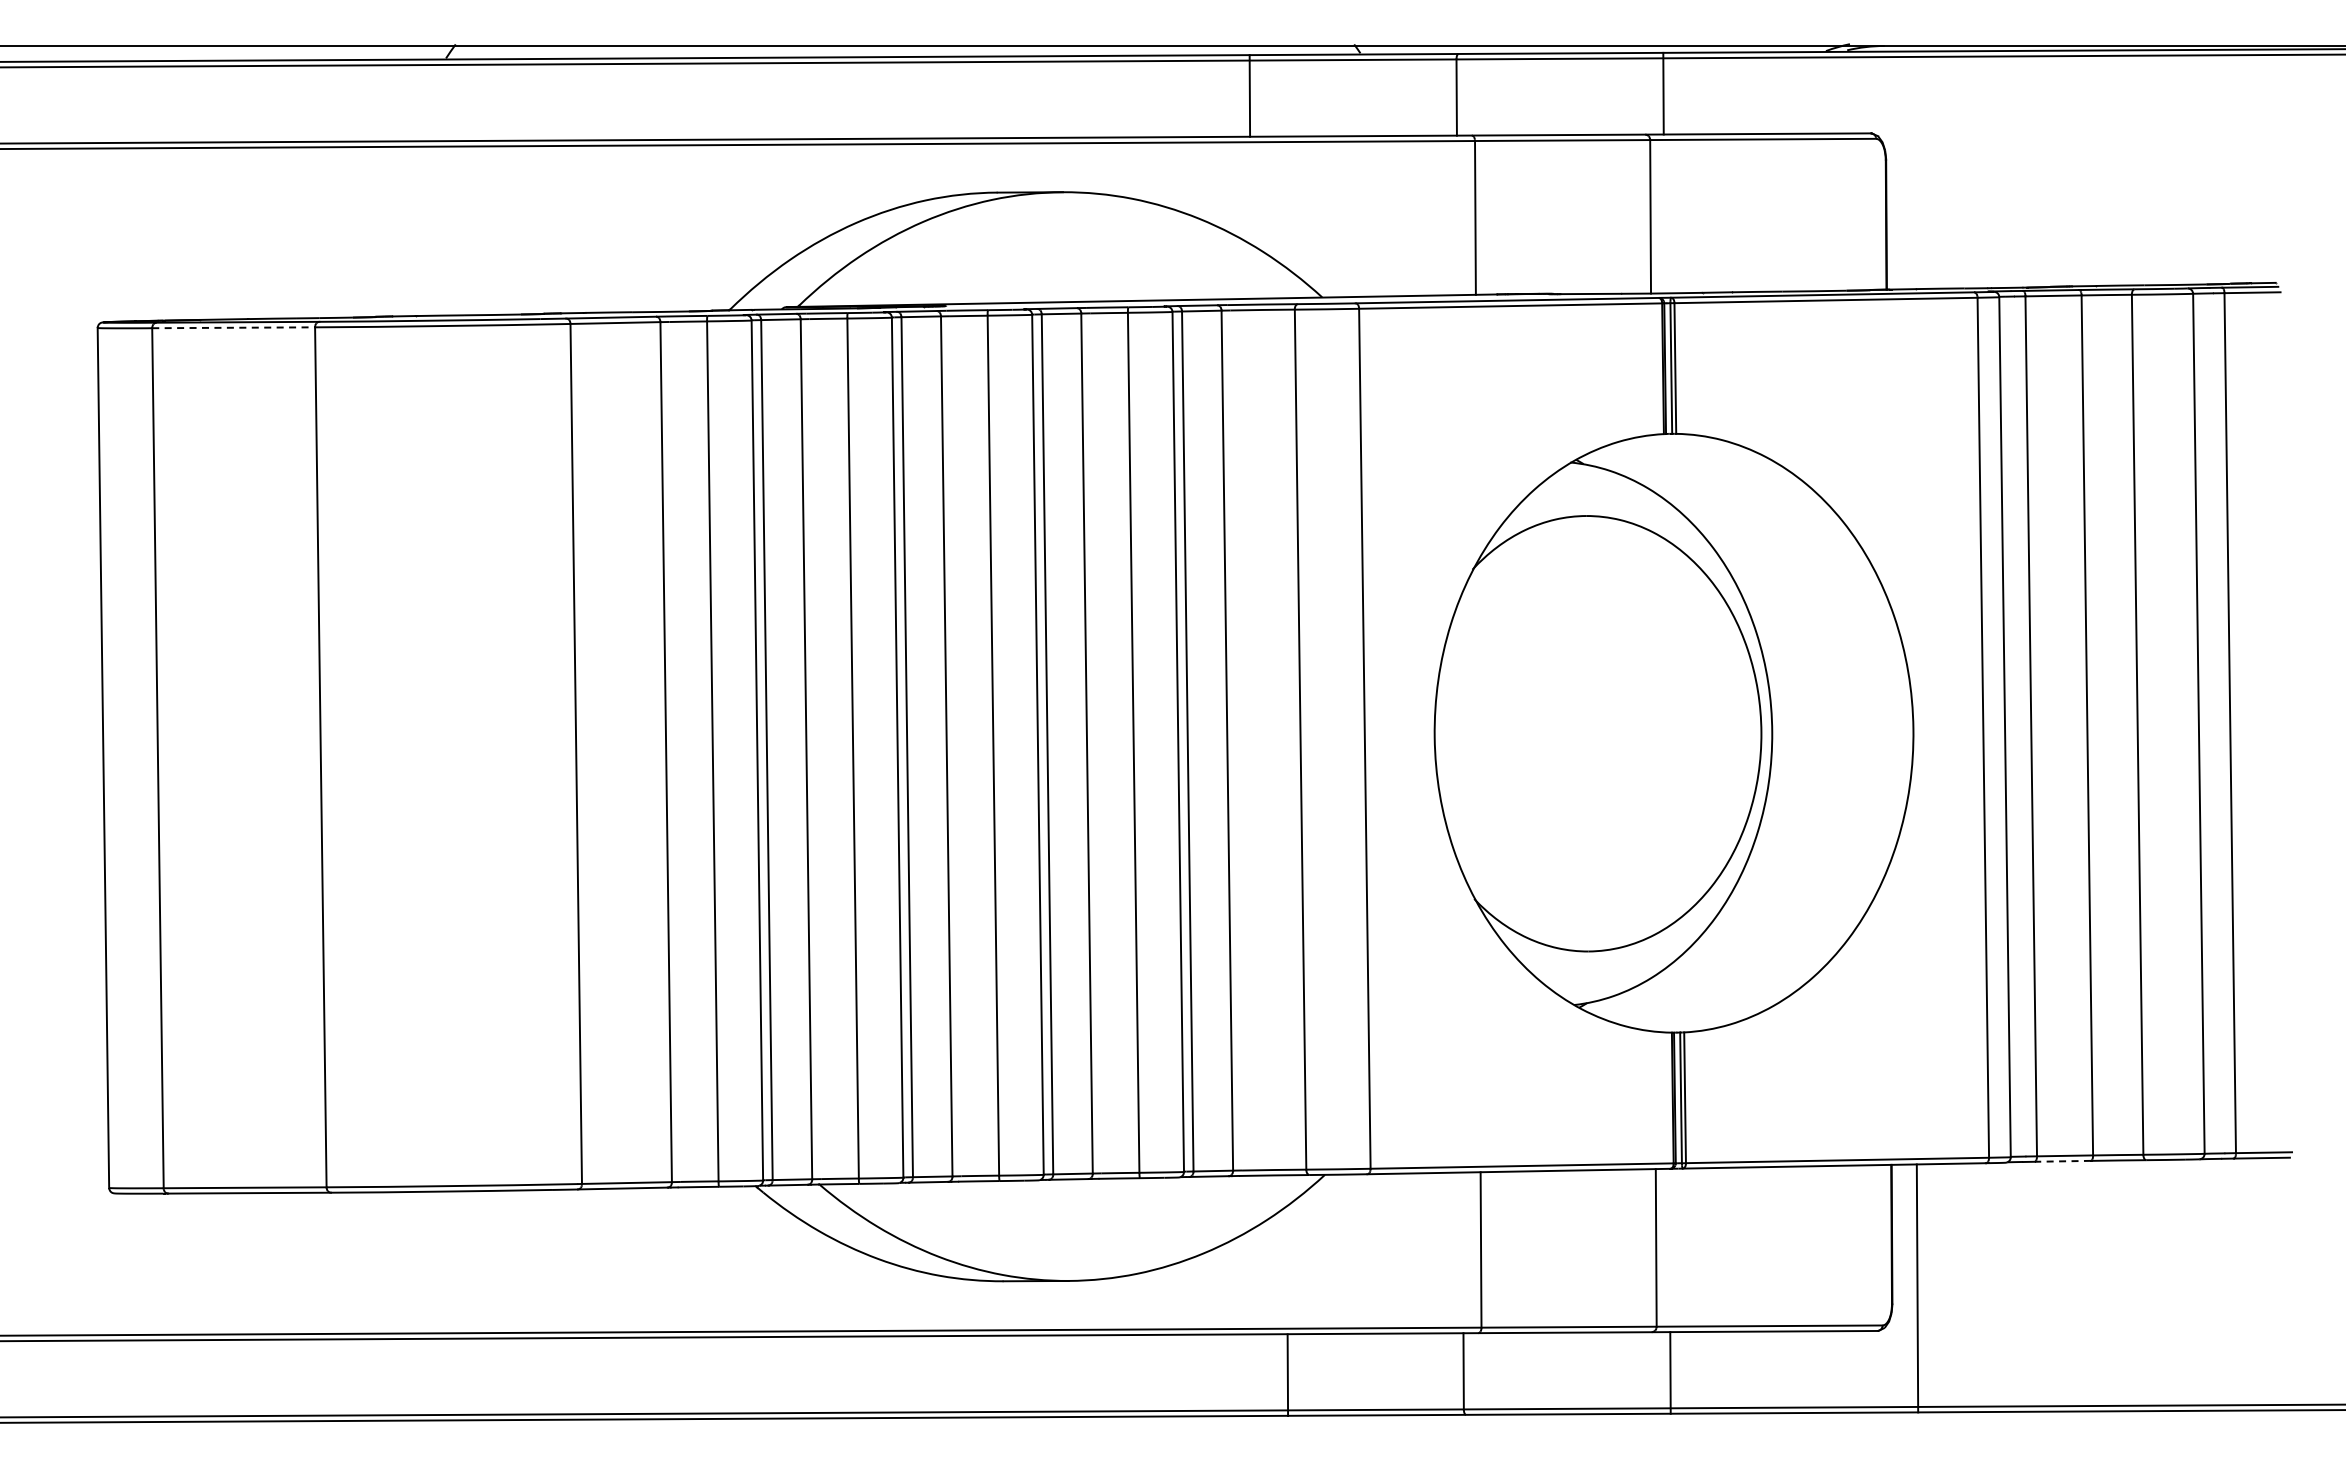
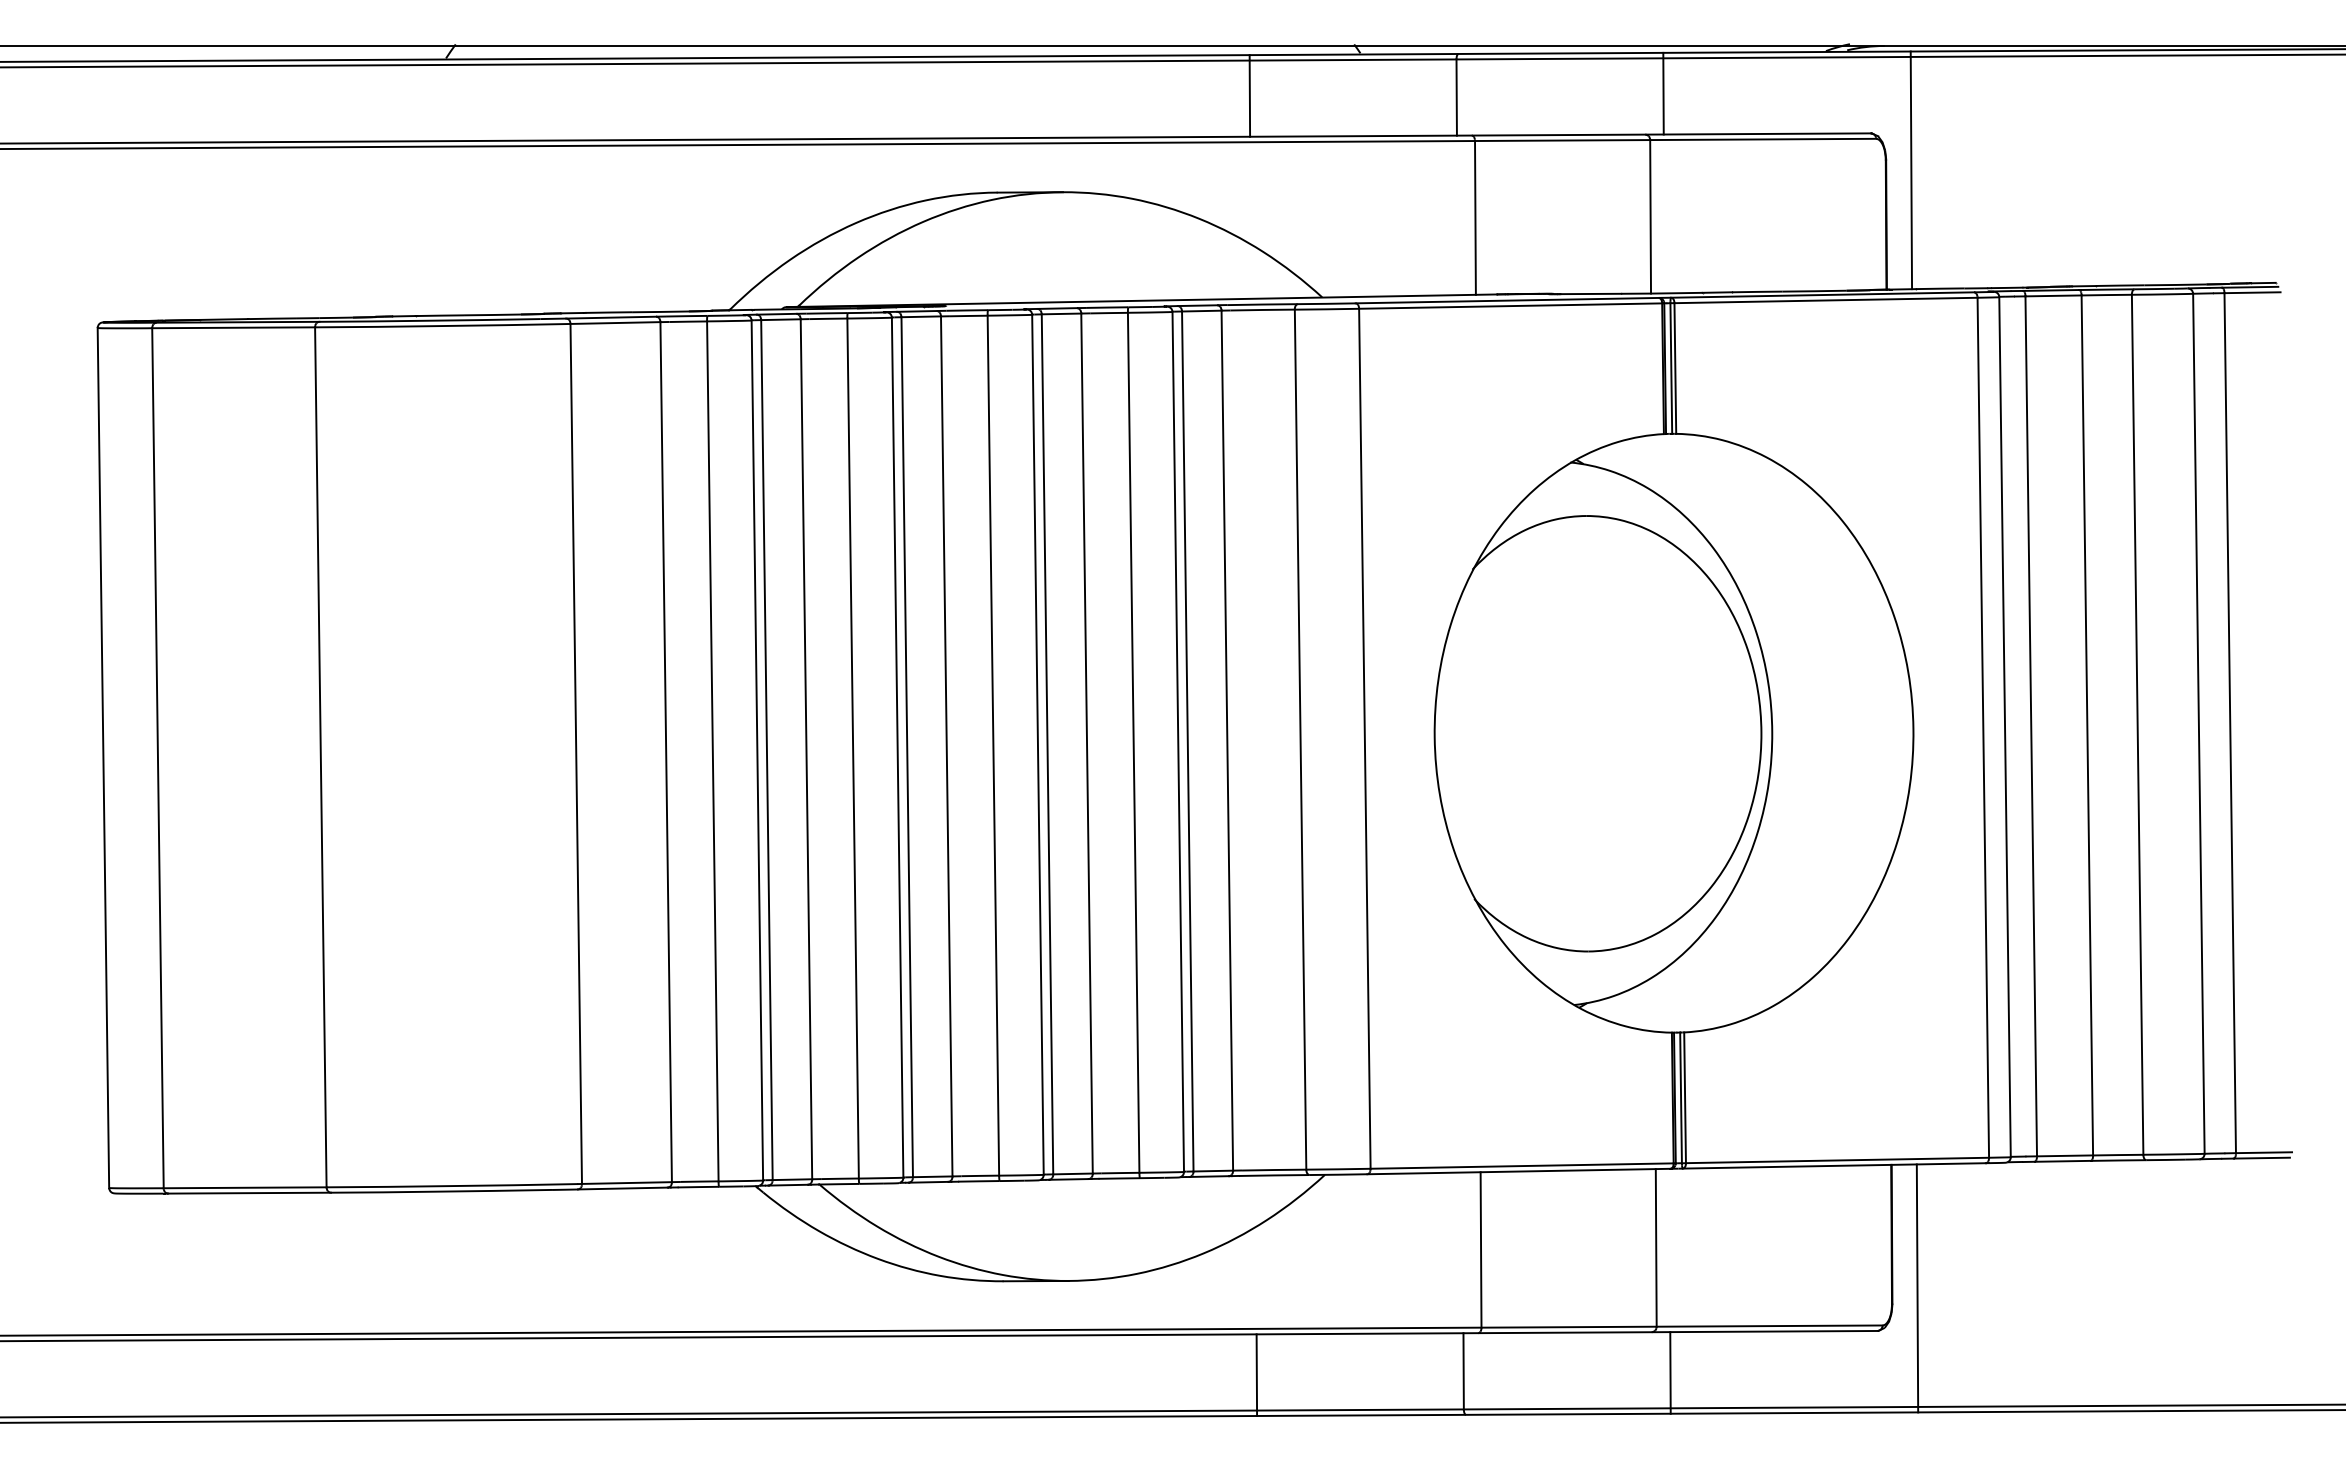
line at (1911, 170): none -> present
line at (234, 327): dashed -> solid
line at (2062, 1161): dashed -> solid
line at (1287, 1375) position: (1287, 1375) -> (1256, 1375)
